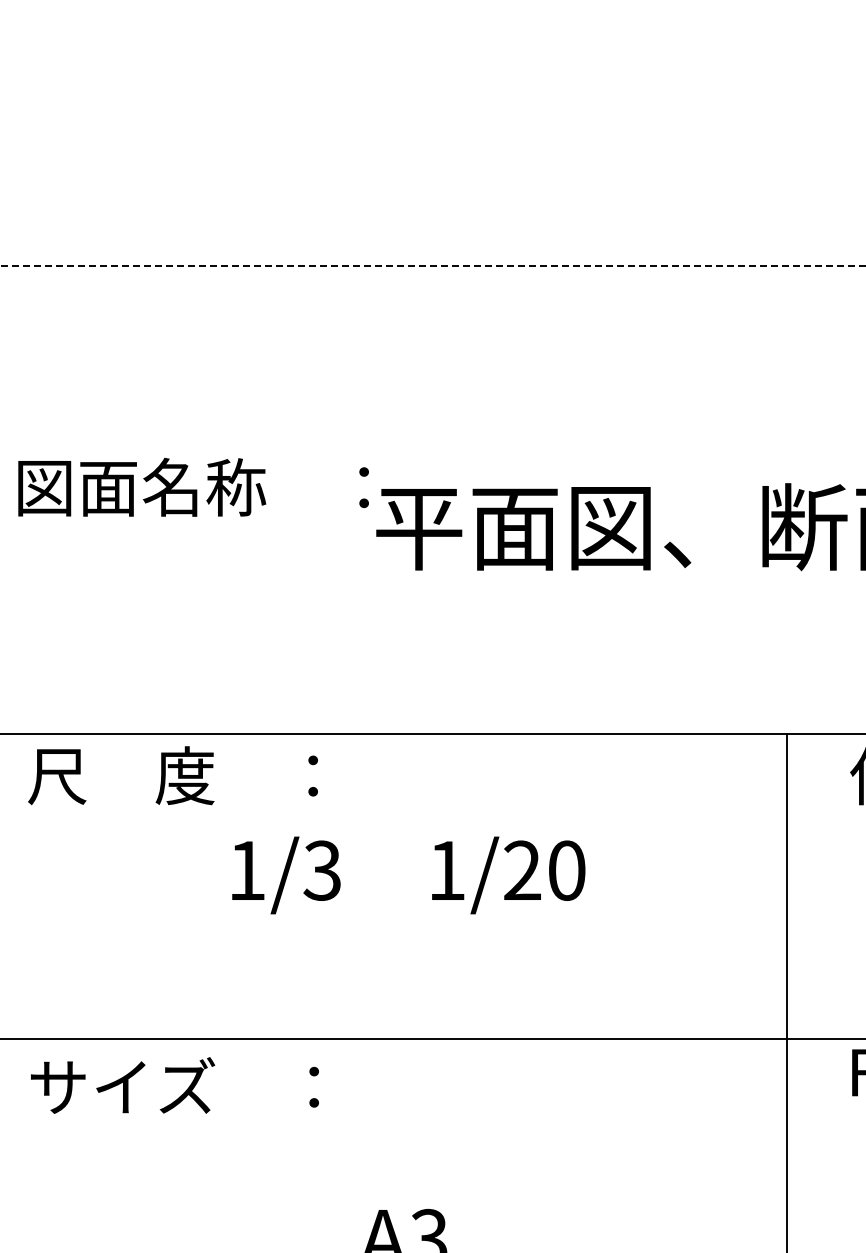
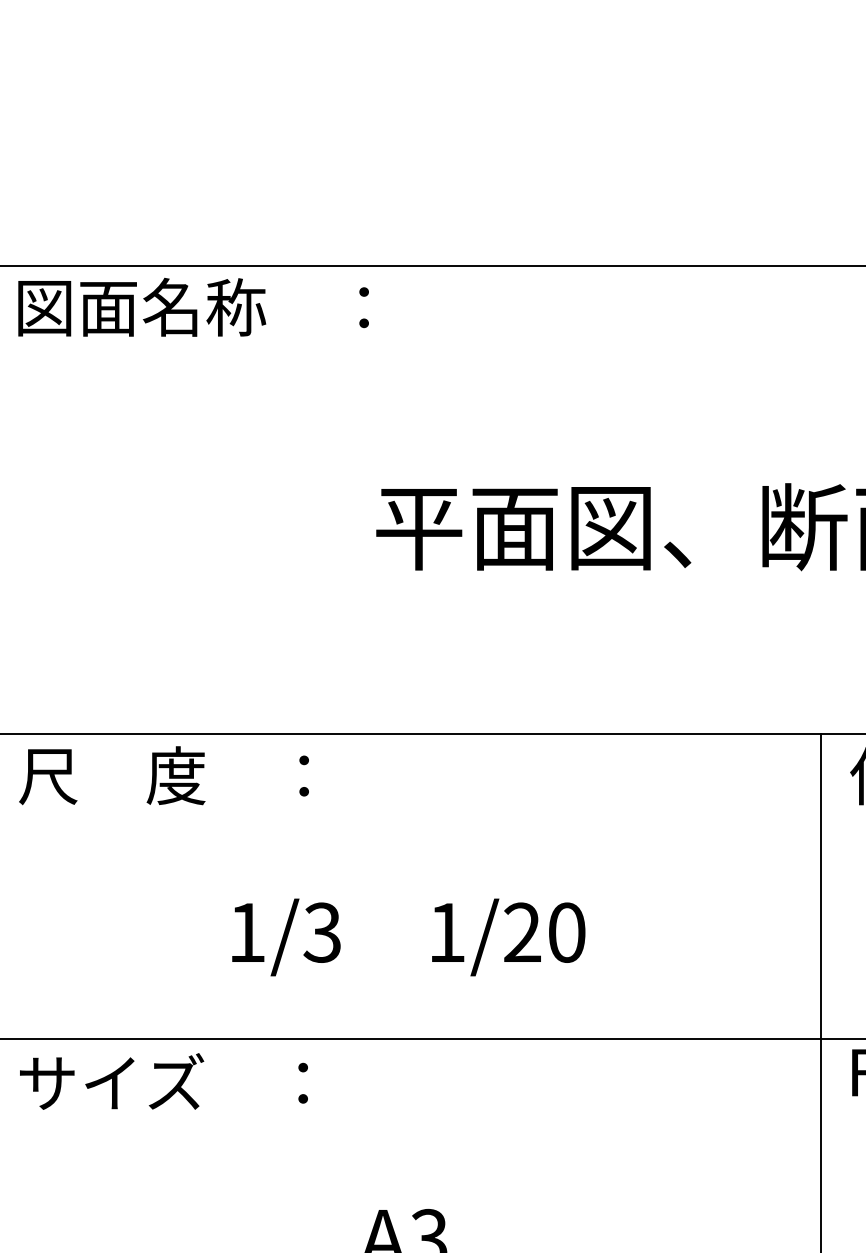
line at (433, 265): dashed -> solid
text at (193, 486) position: (193, 486) -> (193, 306)
text at (172, 775) position: (172, 775) -> (163, 775)
text at (408, 875) position: (408, 875) -> (408, 937)
line at (787, 991) position: (787, 991) -> (821, 991)
text at (174, 1085) position: (174, 1085) -> (163, 1081)
